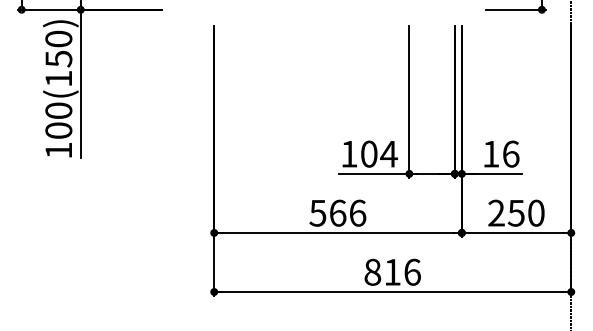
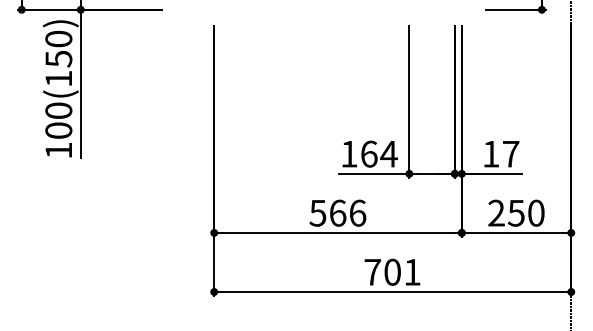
text at (369, 153): 104 -> 164
text at (511, 153): 16 -> 17
text at (392, 271): 816 -> 701
